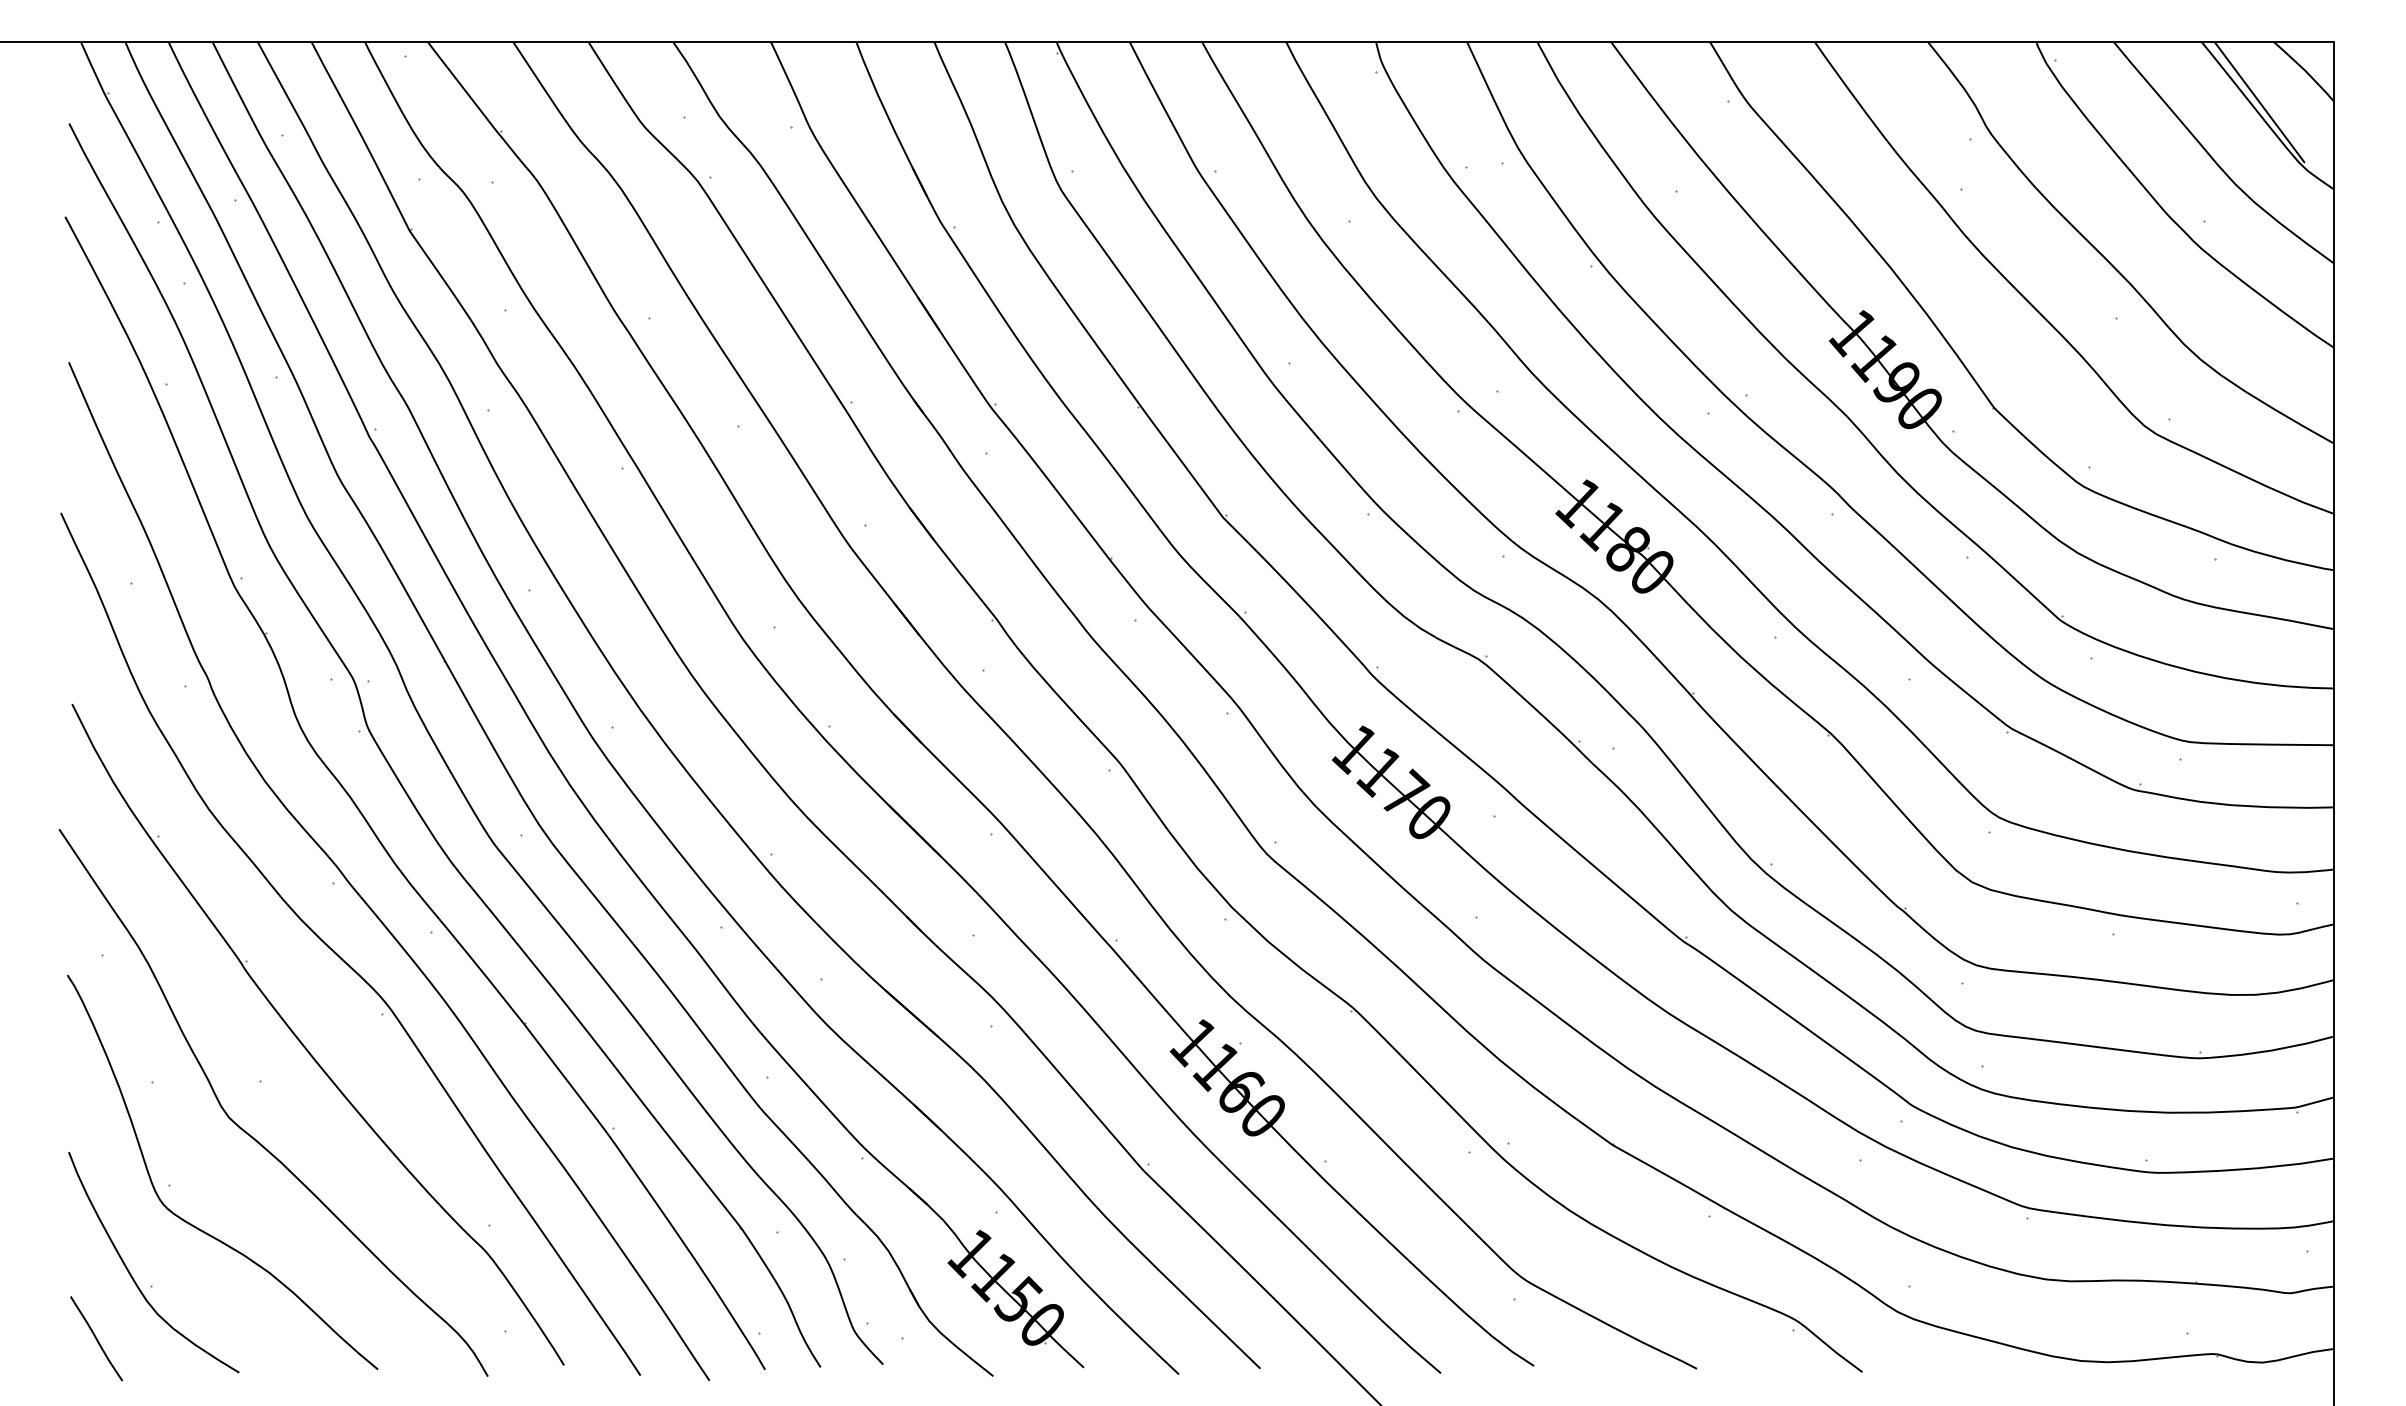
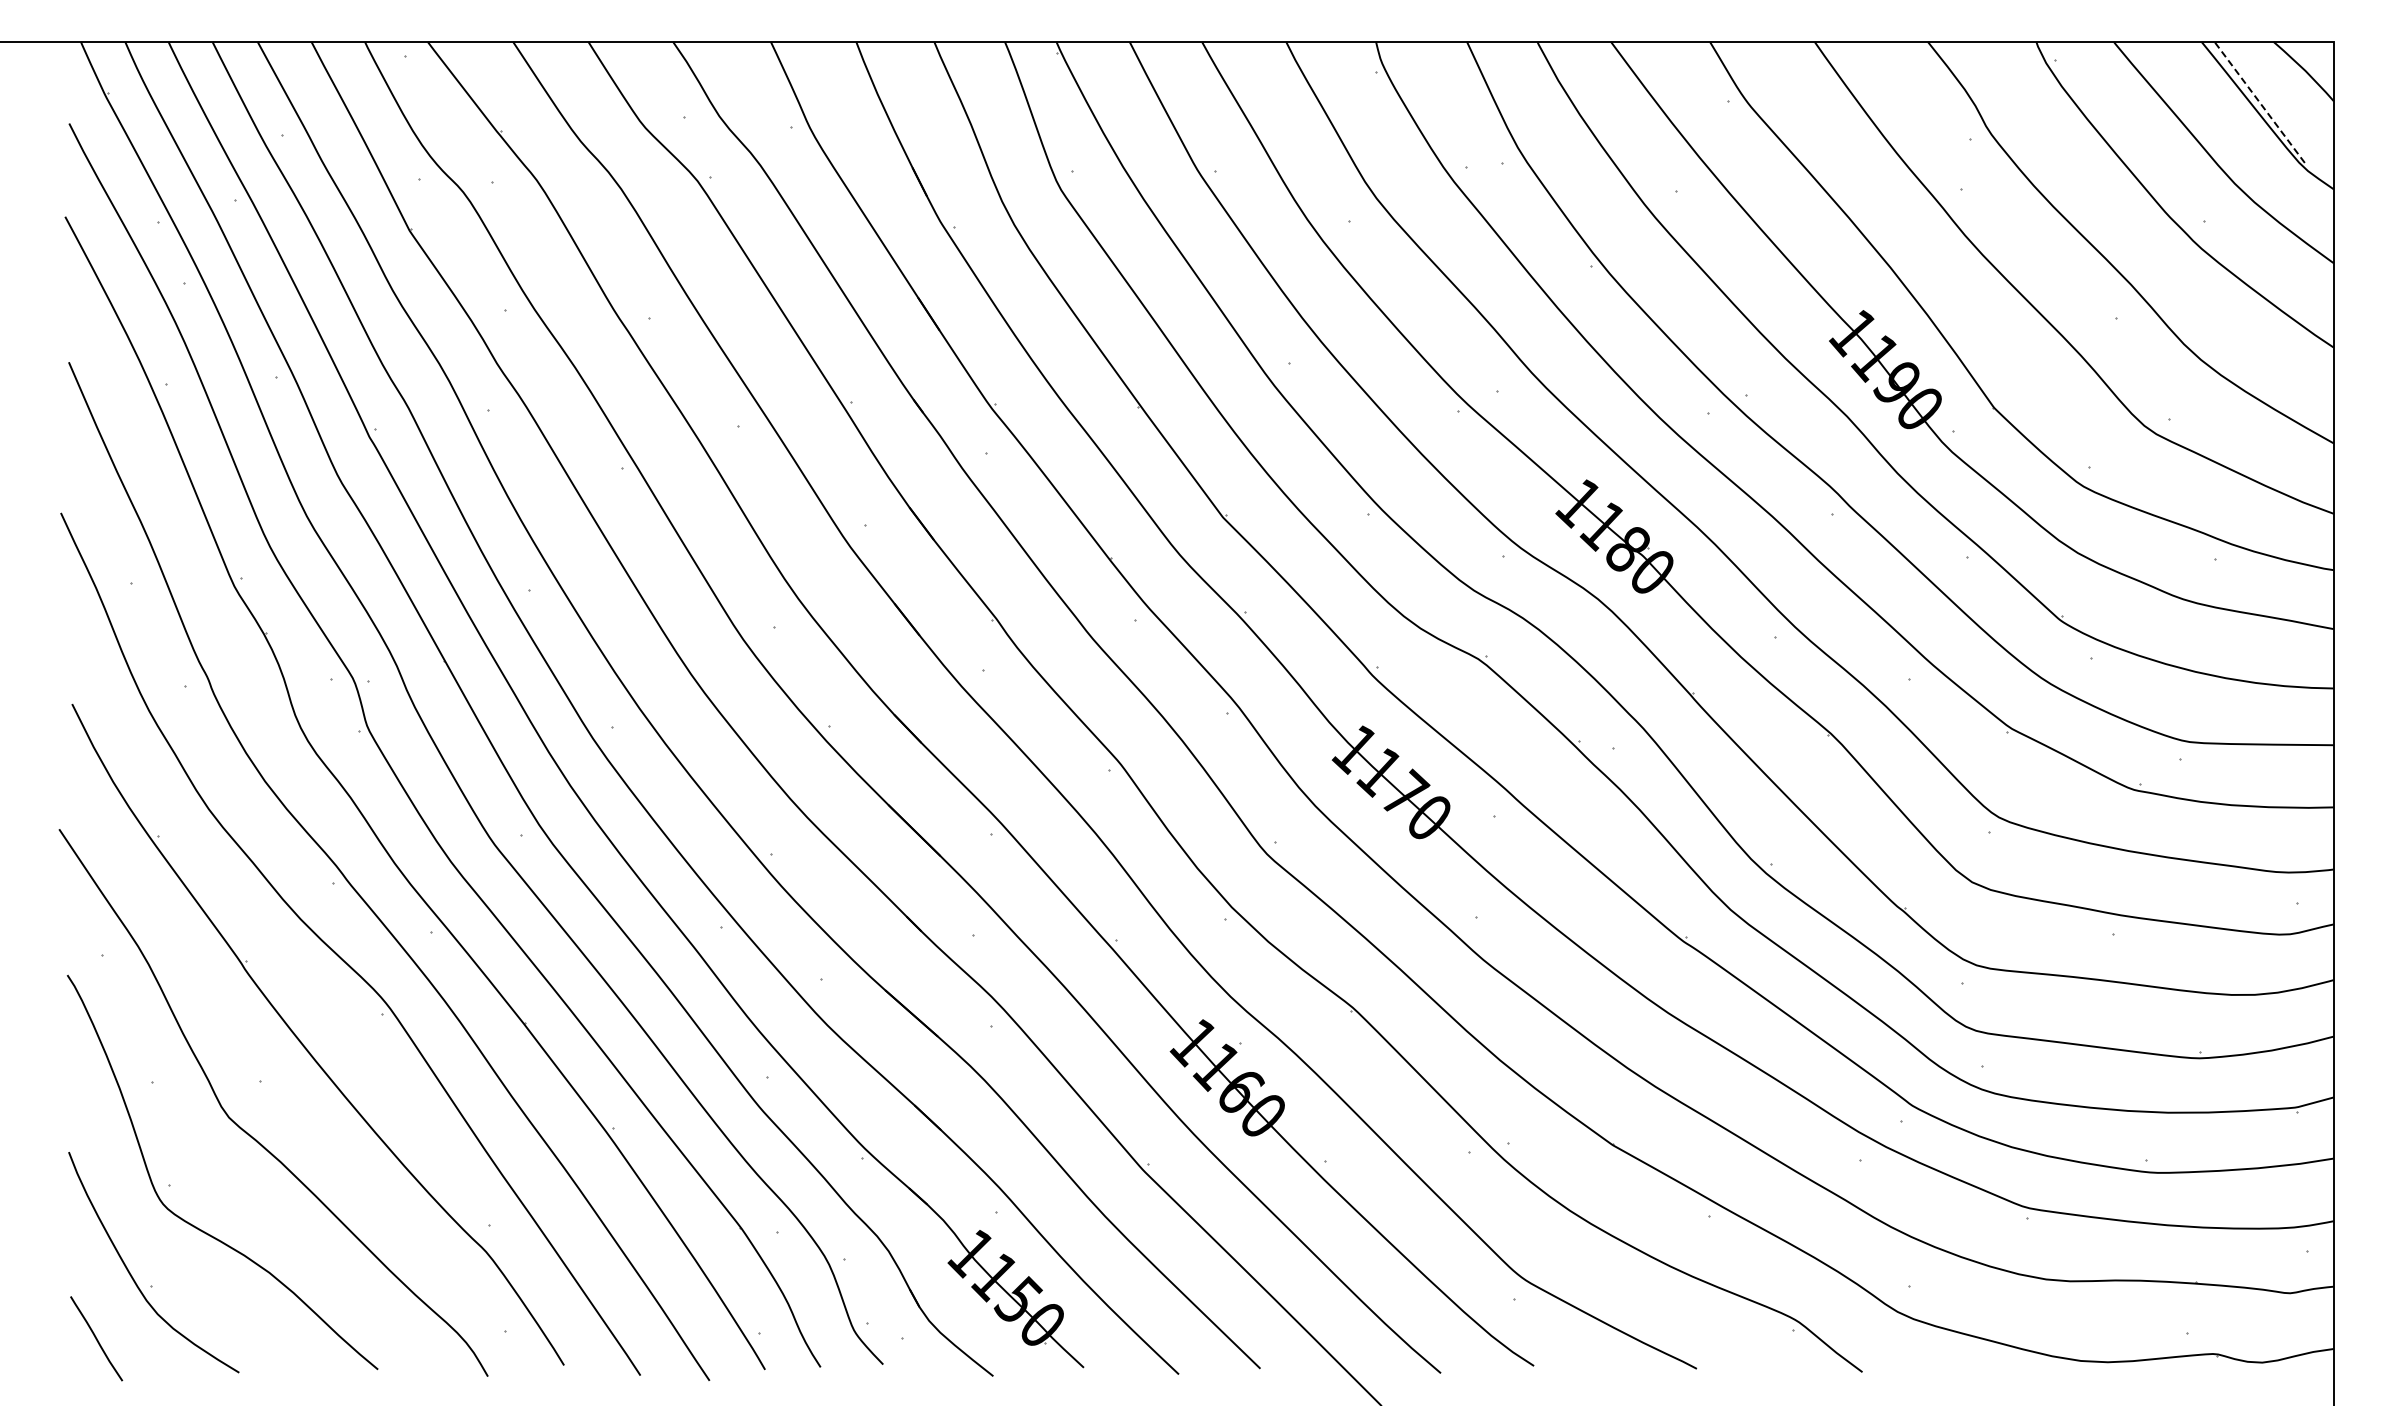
line at (2259, 102): solid -> dashed
